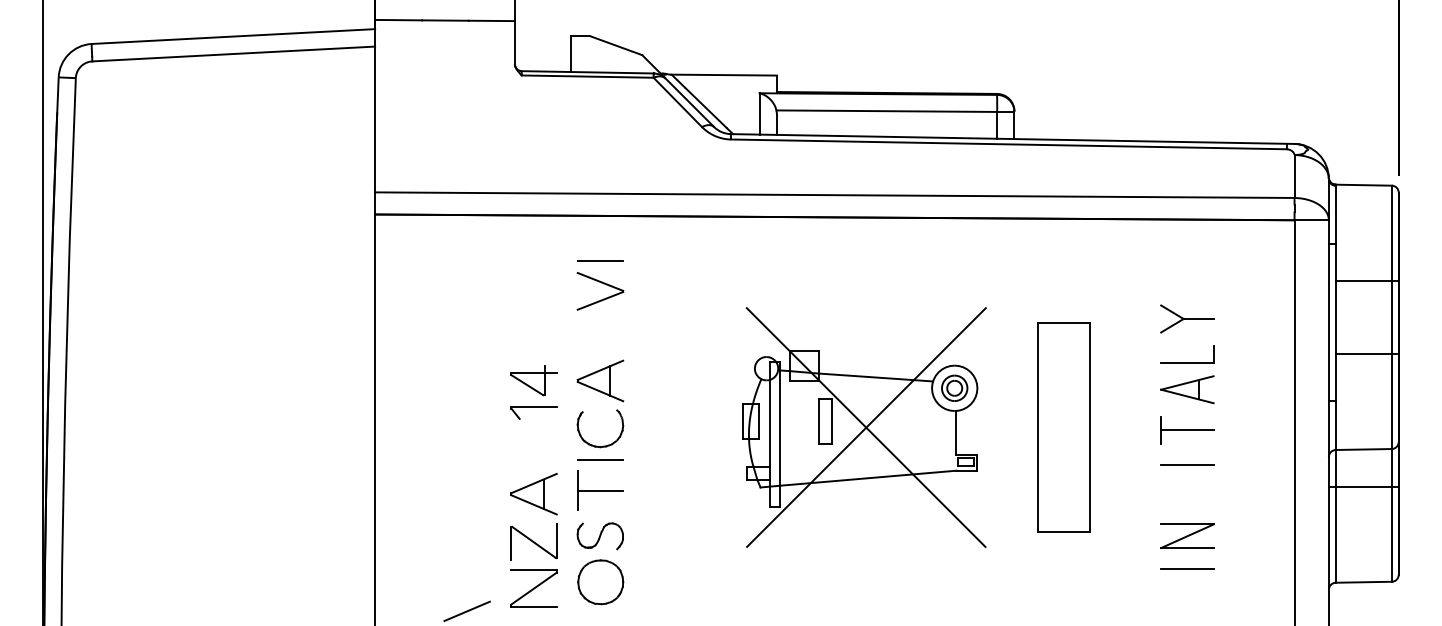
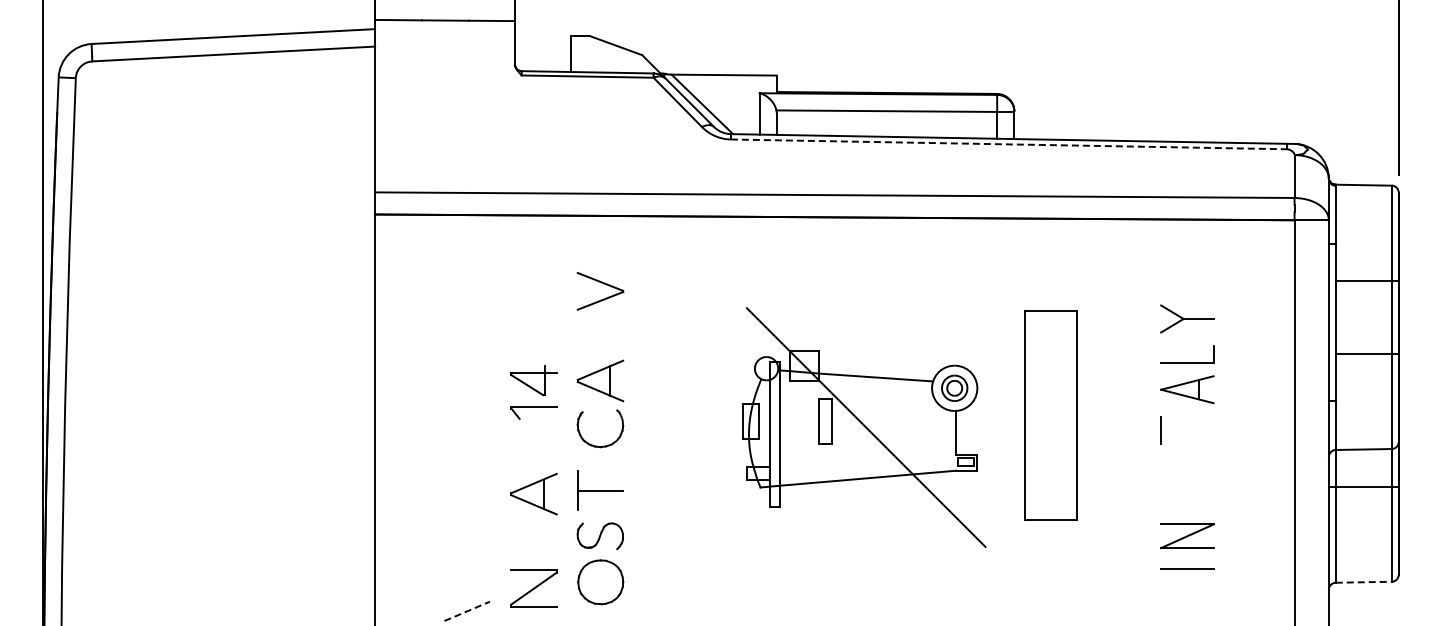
line at (1009, 144): solid -> dashed
line at (600, 260): present -> none
line at (866, 427): present -> none
part at (1063, 427) position: (1063, 427) -> (1050, 415)
line at (1187, 430): present -> none
line at (600, 459): present -> none
line at (1187, 464): present -> none
part at (533, 541): present -> none
line at (1364, 582): solid -> dashed
line at (467, 611): solid -> dashed
